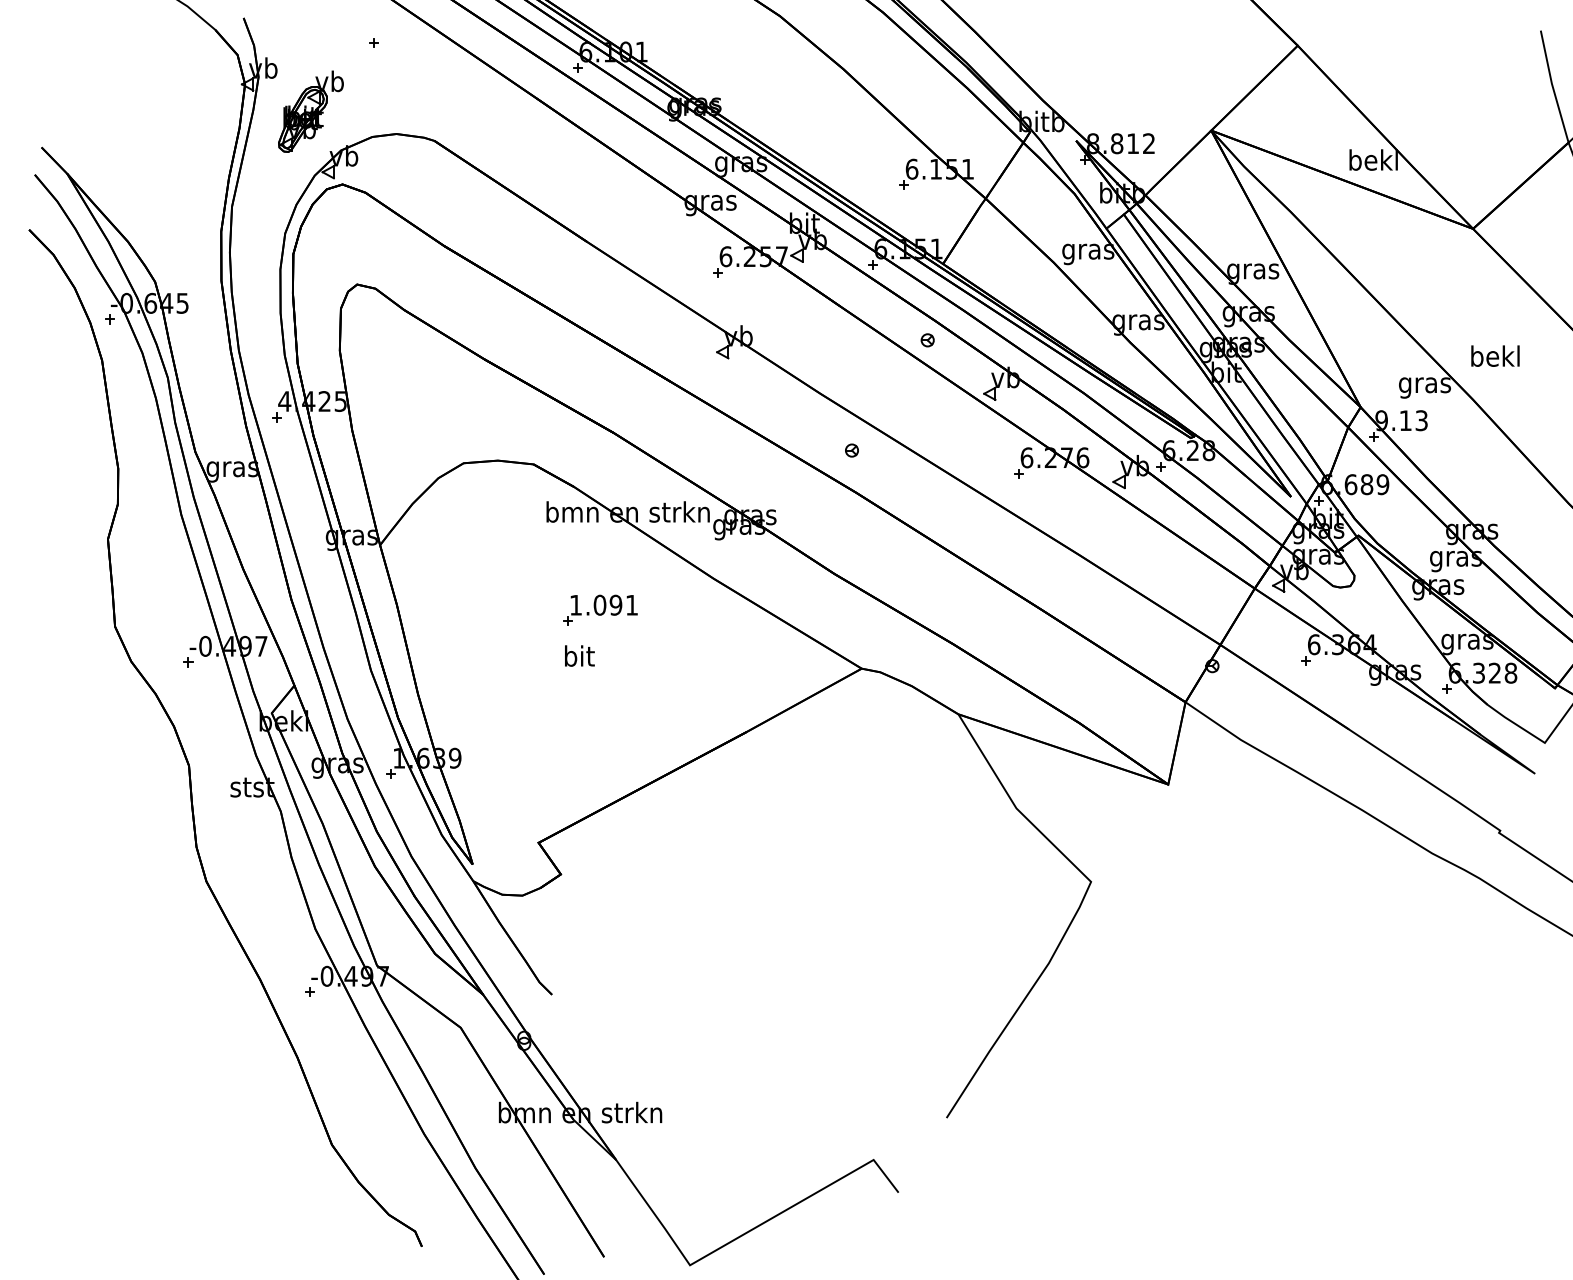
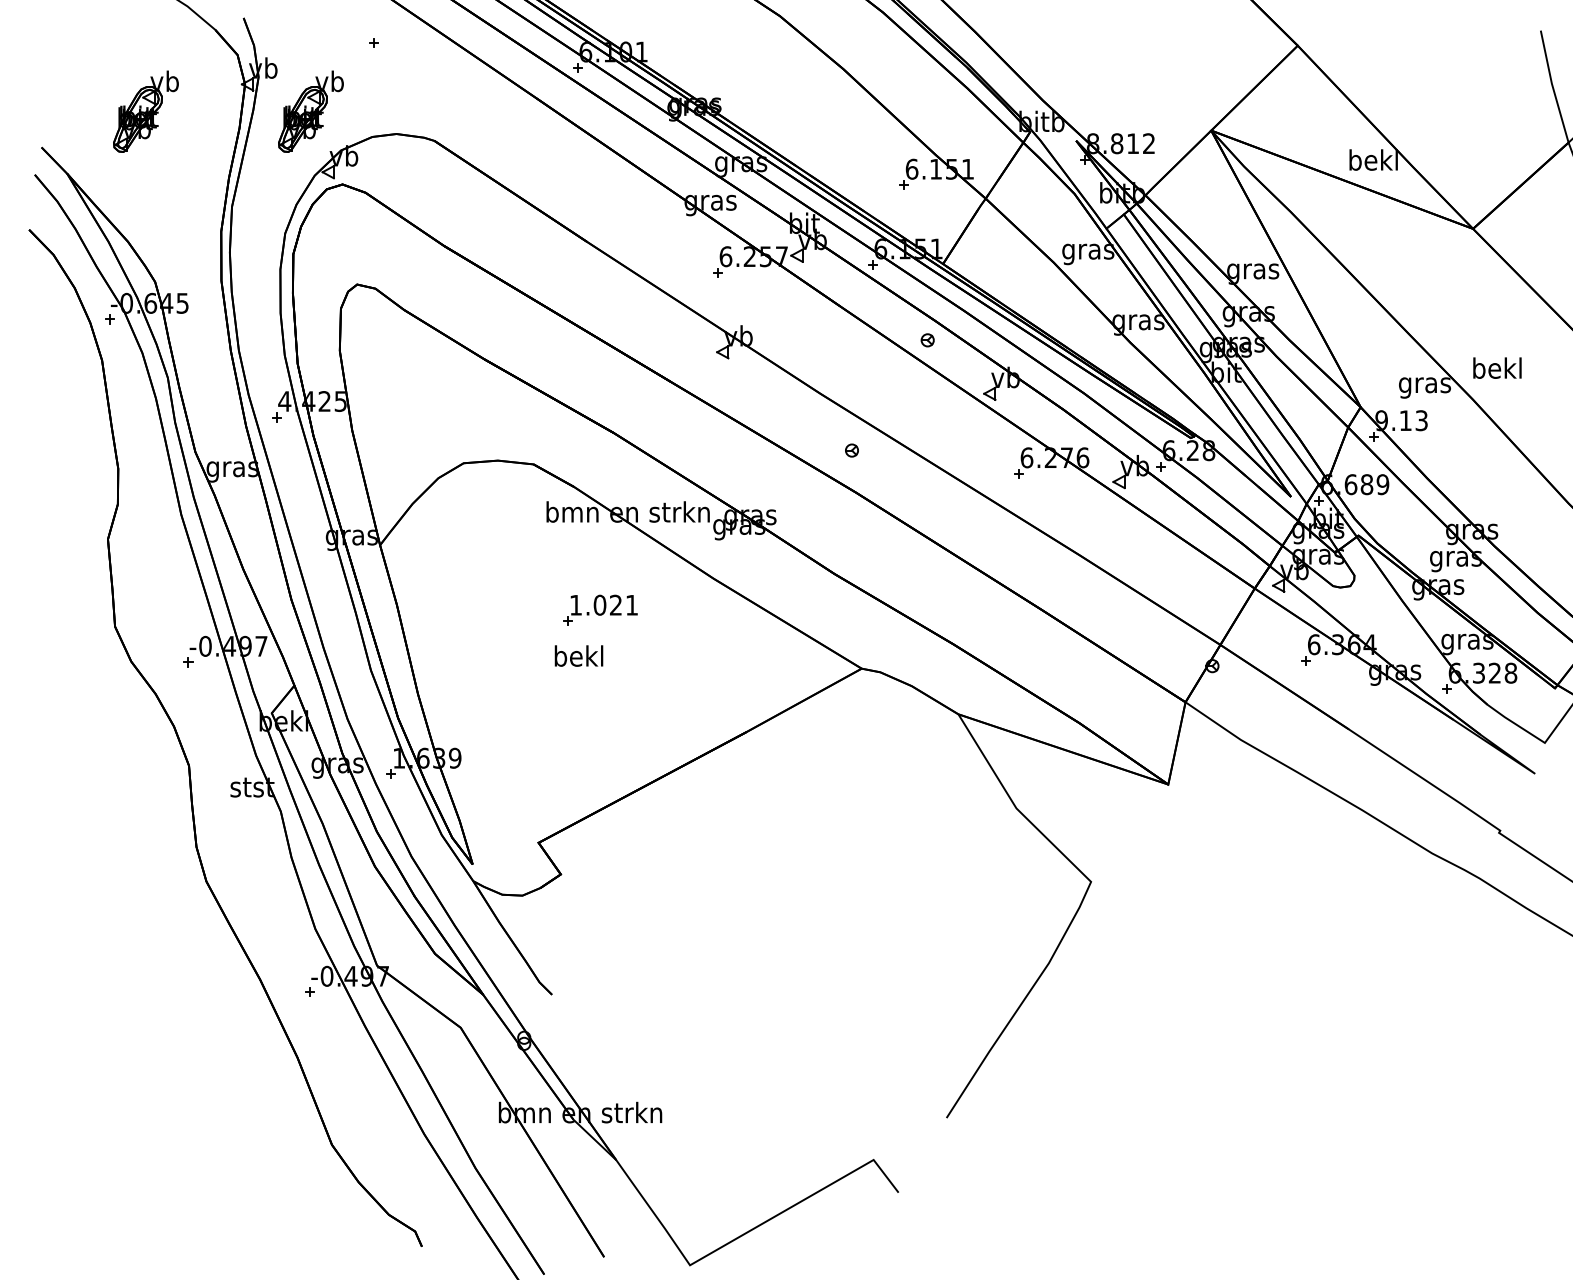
part at (145, 111): none -> present
text at (1495, 355) position: (1495, 355) -> (1497, 367)
text at (615, 604): 1.091 -> 1.021
text at (578, 655): bit -> bekl
